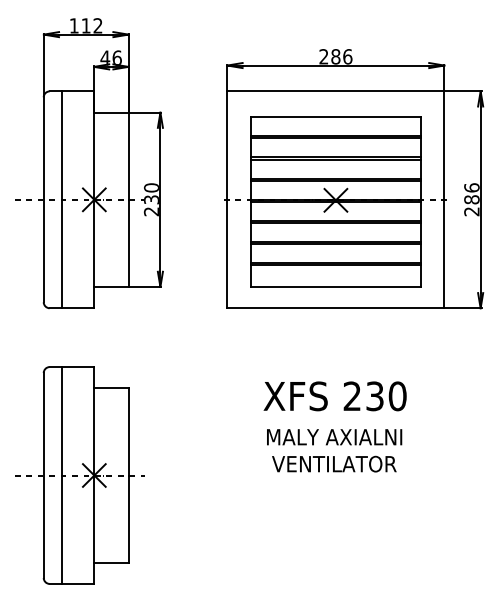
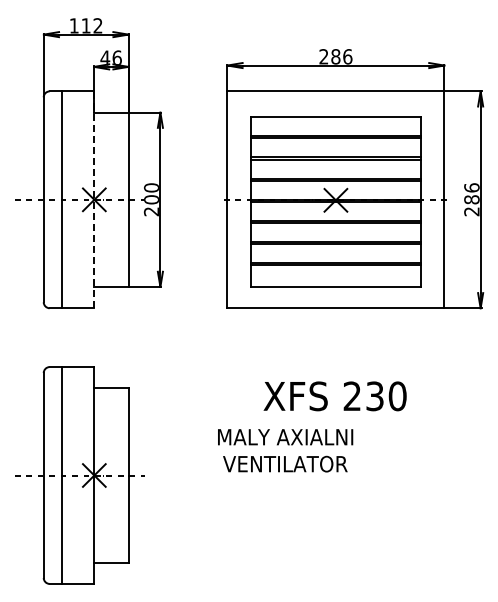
line at (94, 199): solid -> dashed
text at (151, 199): 230 -> 200
text at (334, 450) position: (334, 450) -> (285, 450)
